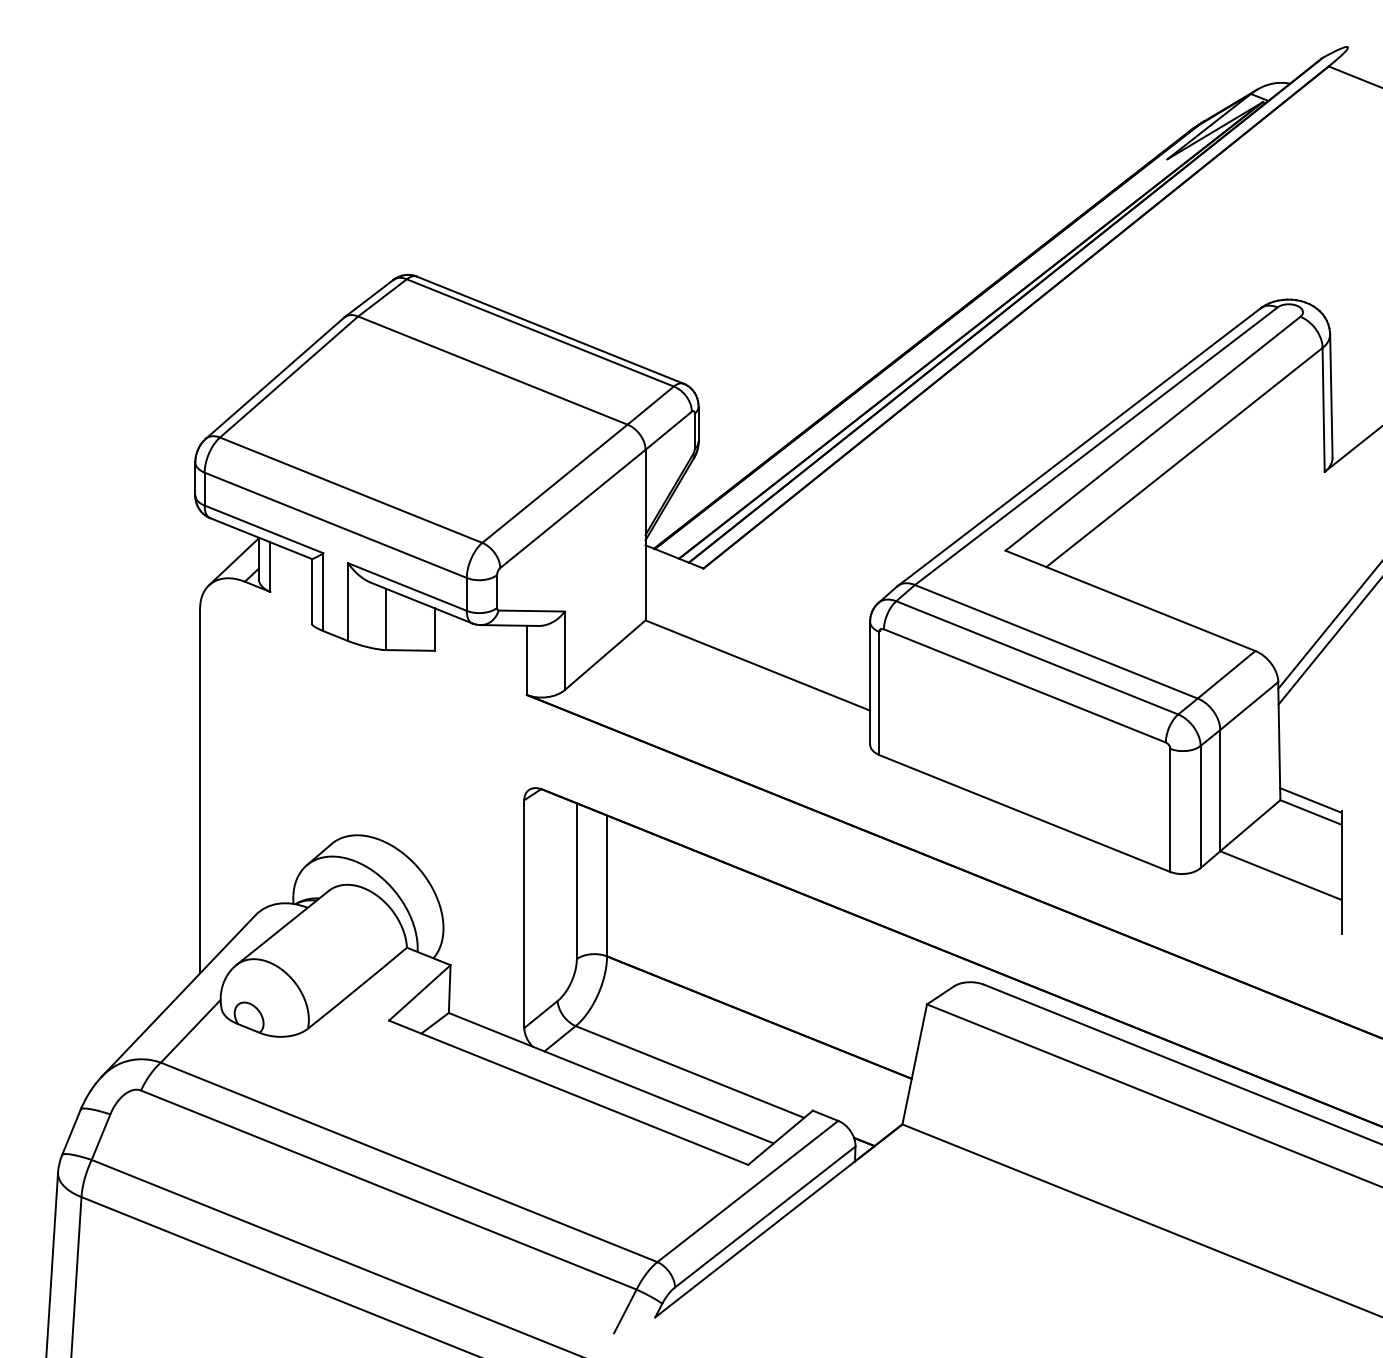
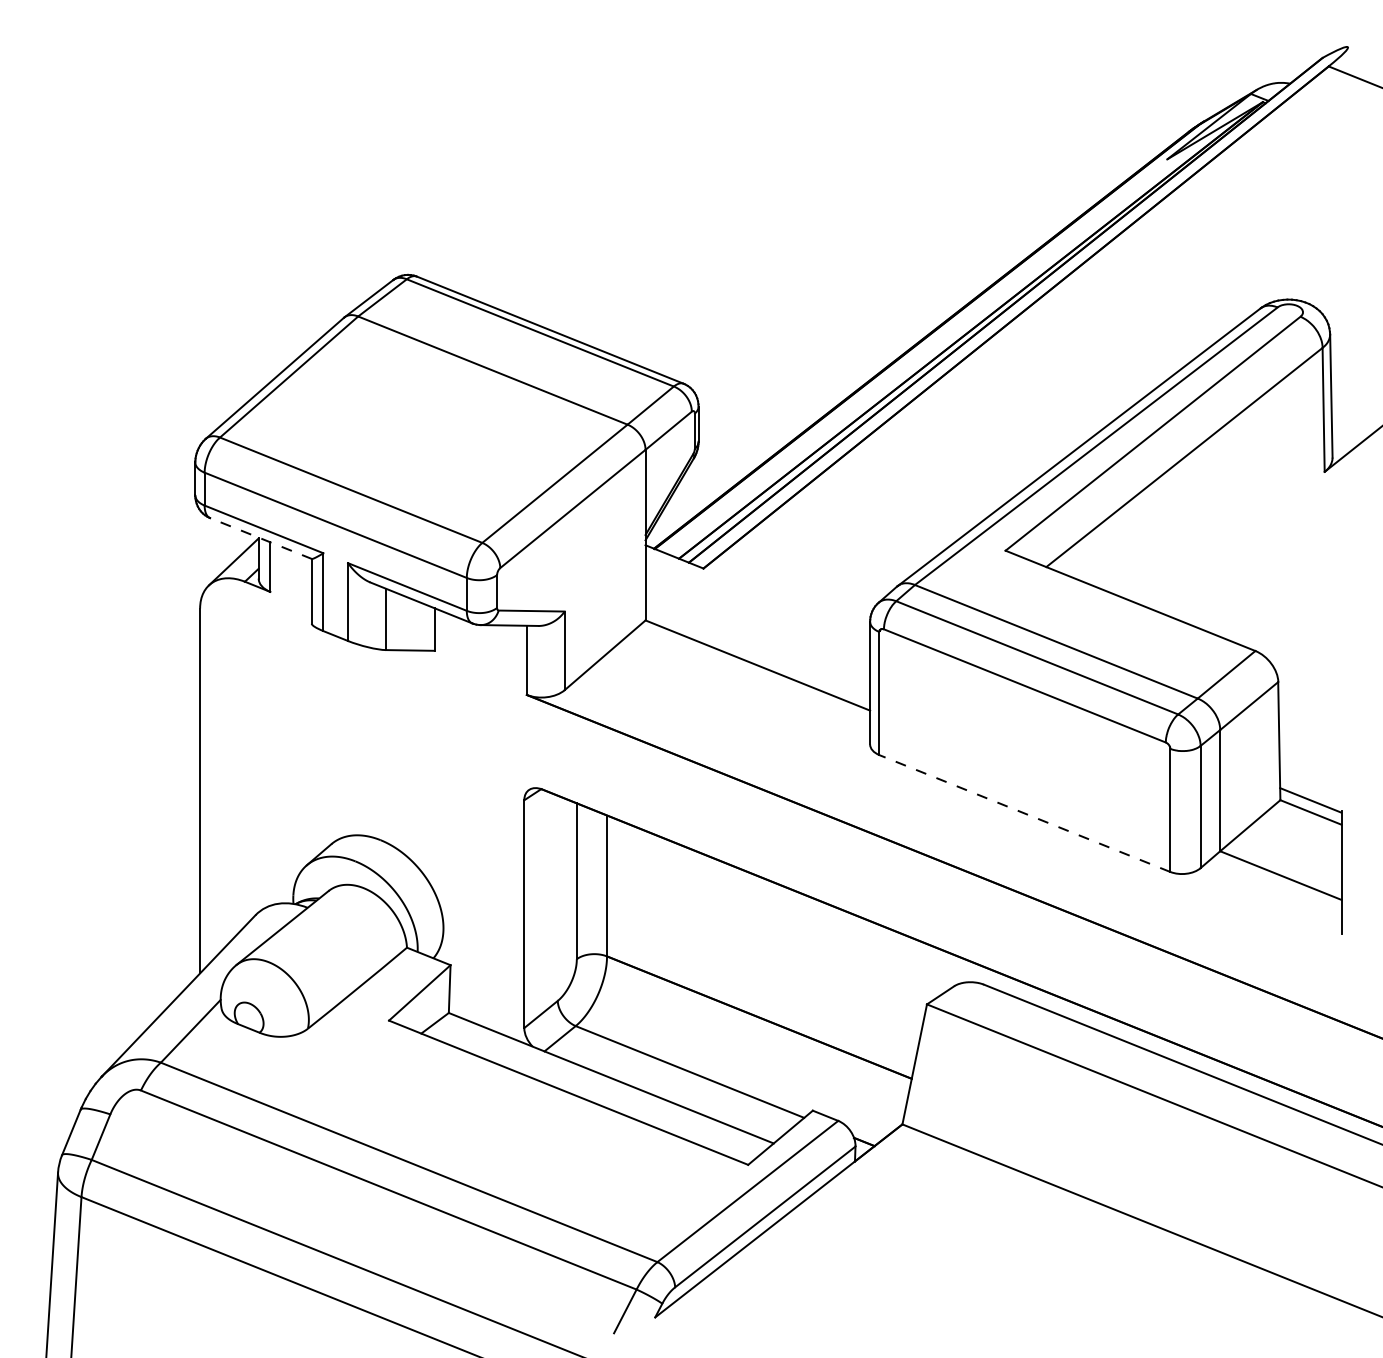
line at (261, 538): solid -> dashed
line at (1328, 625): present -> none
line at (1328, 642): present -> none
line at (1024, 813): solid -> dashed
